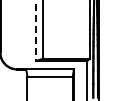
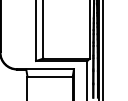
line at (36, 31): dashed -> solid
line at (103, 49): none -> present
